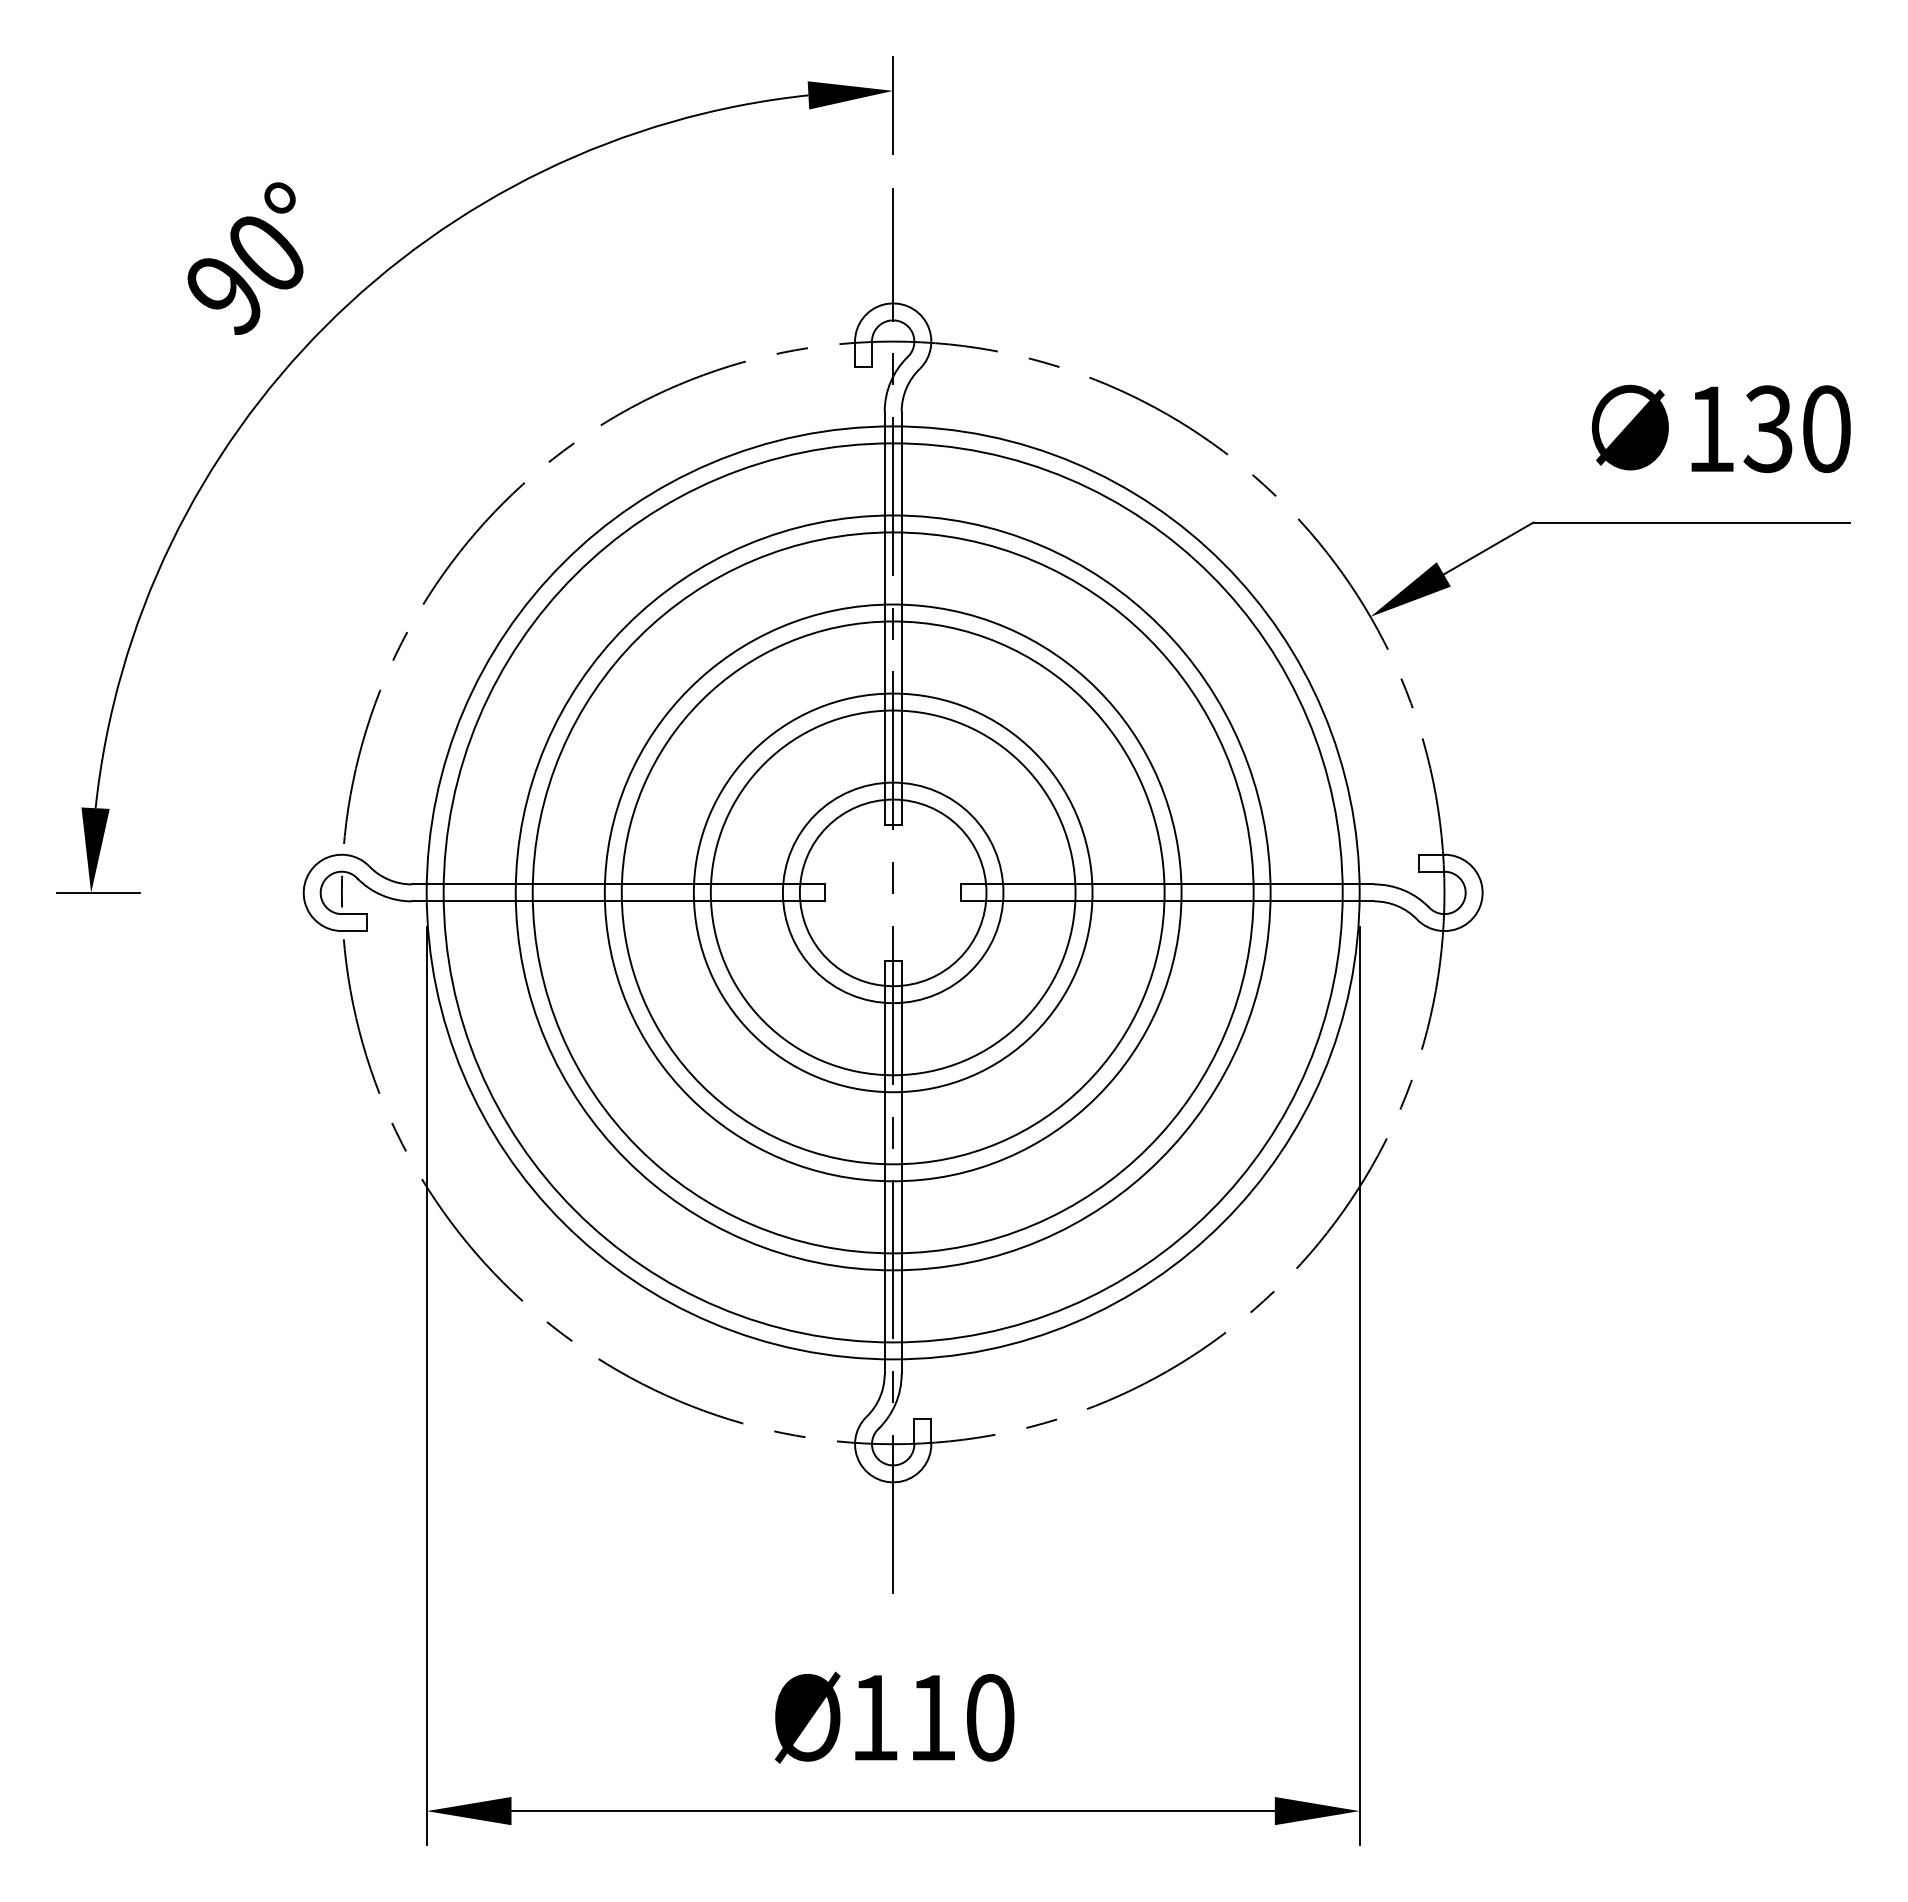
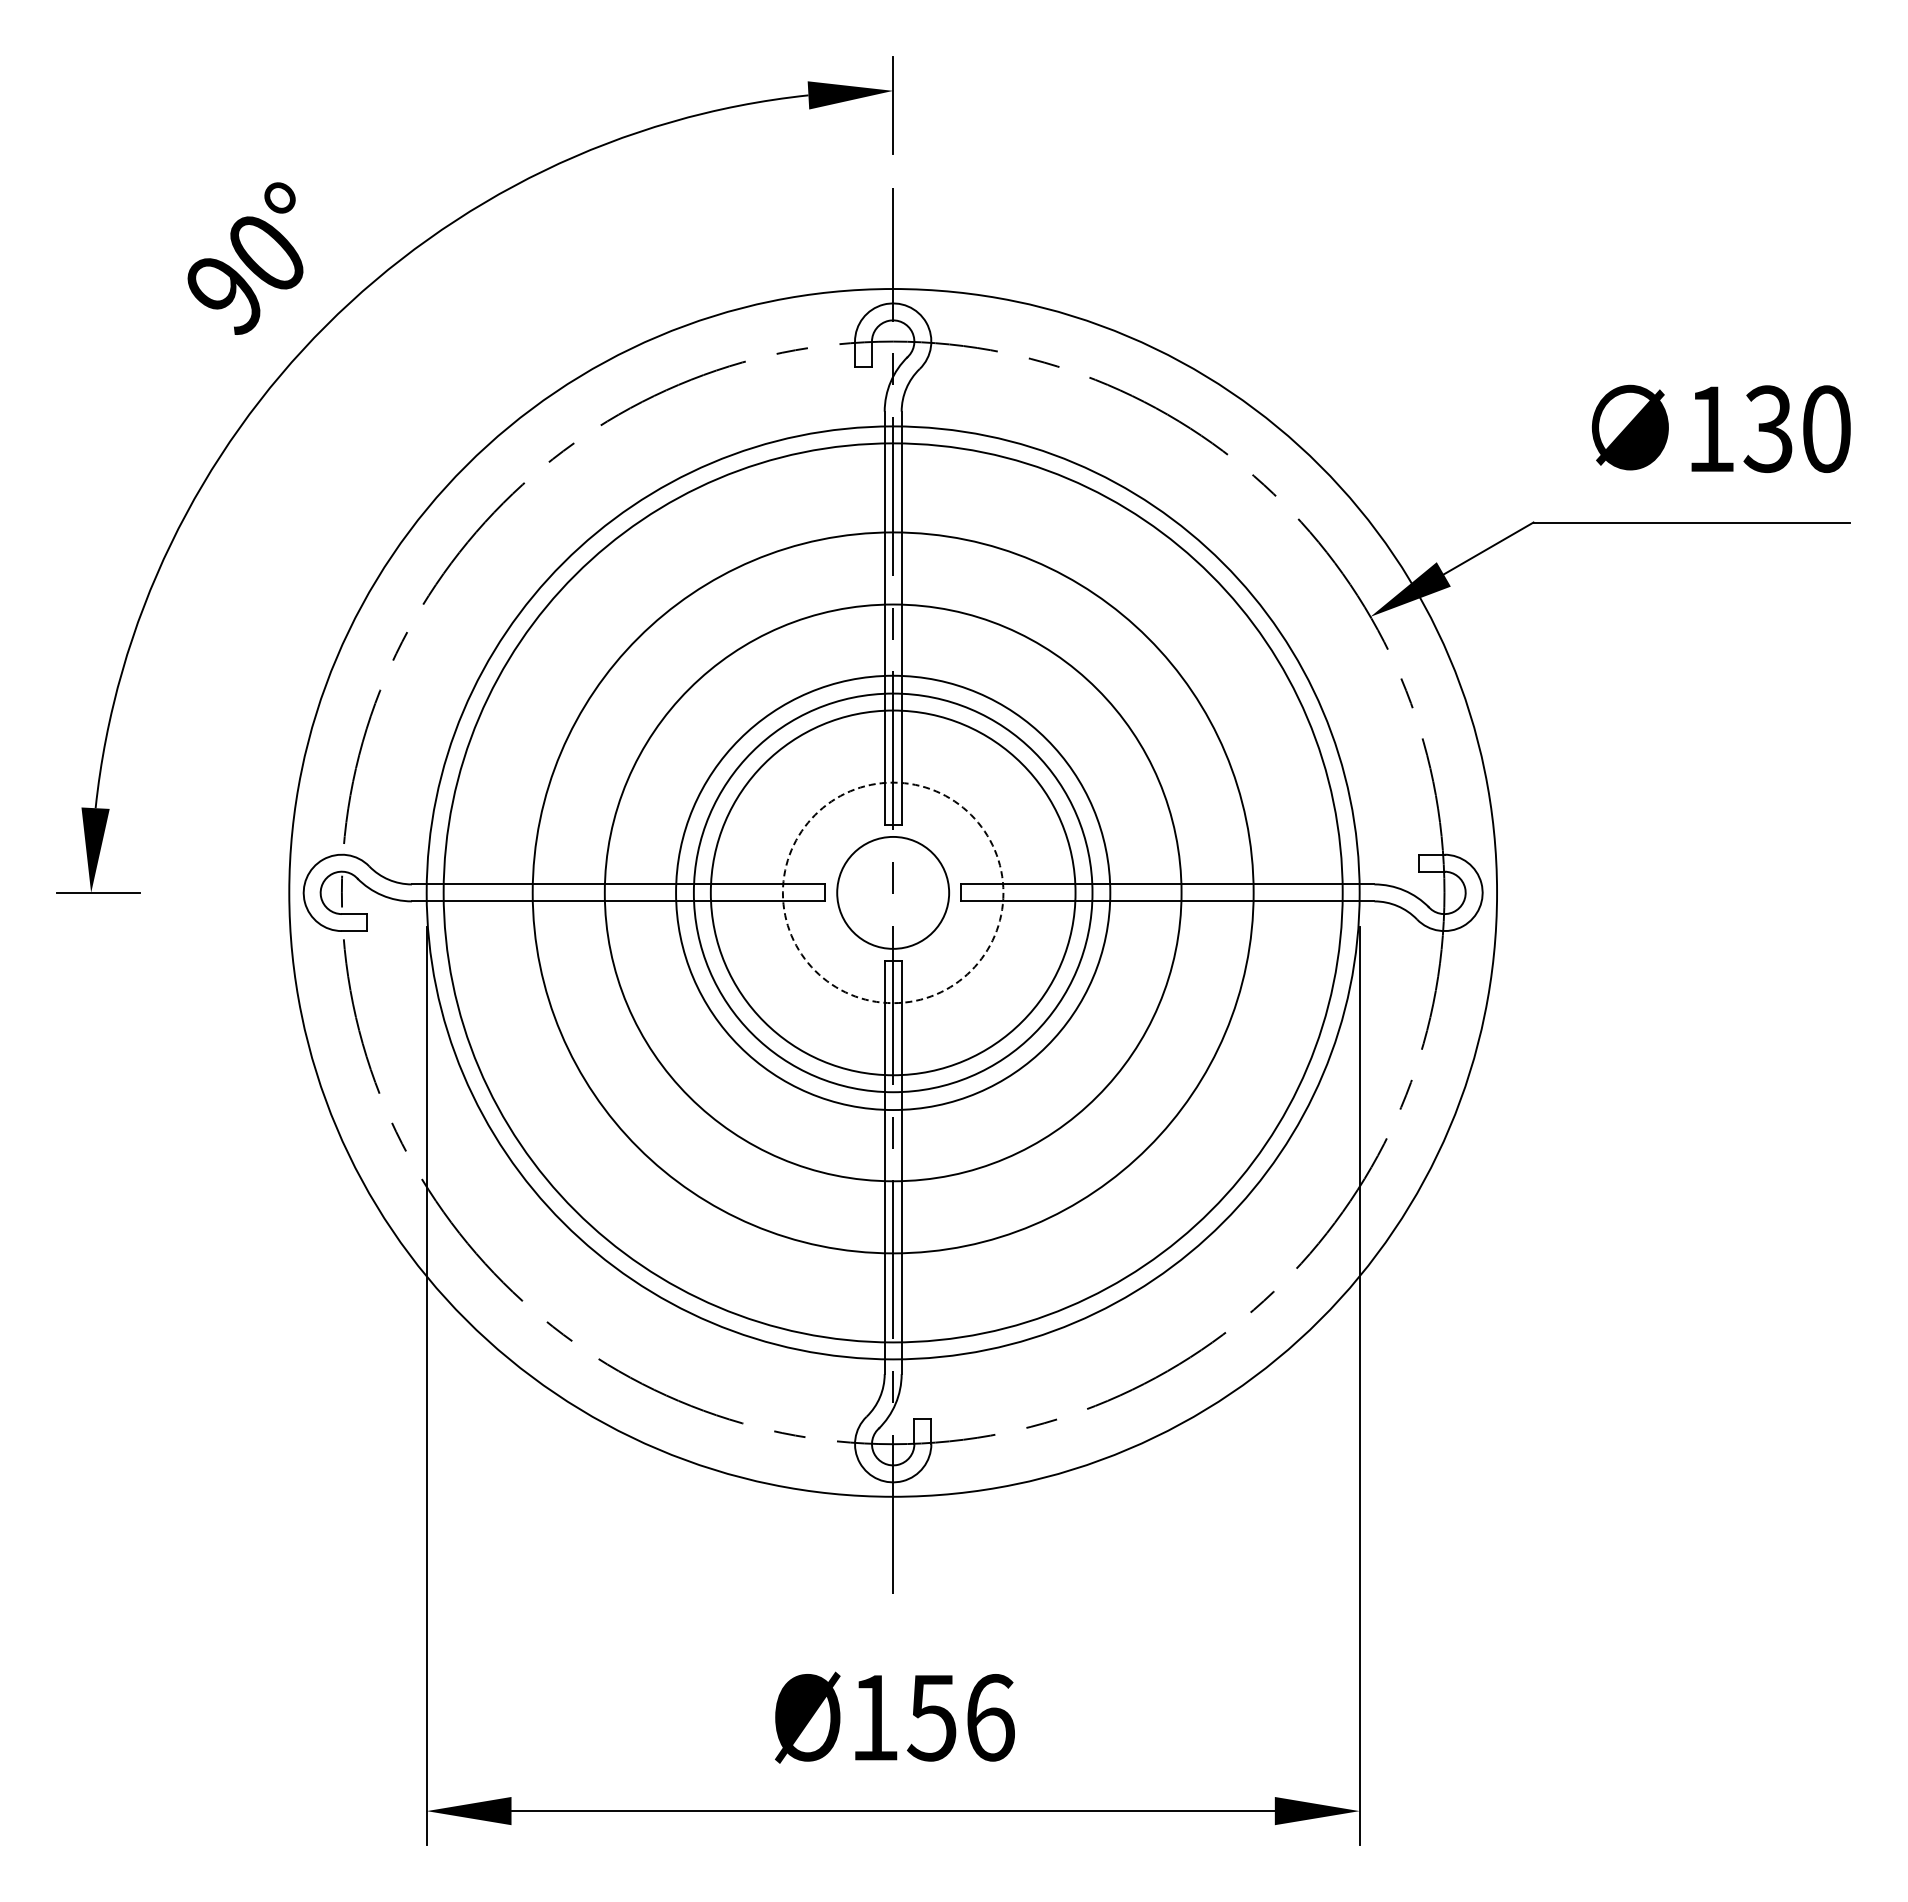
circle at (892, 892) diameter: 187 px -> 112 px
circle at (892, 892) diameter: 543 px -> 434 px
circle at (892, 892) diameter: 755 px -> 1208 px
circle at (892, 892): solid -> dashed
text at (960, 1717): Ø110 -> Ø156
